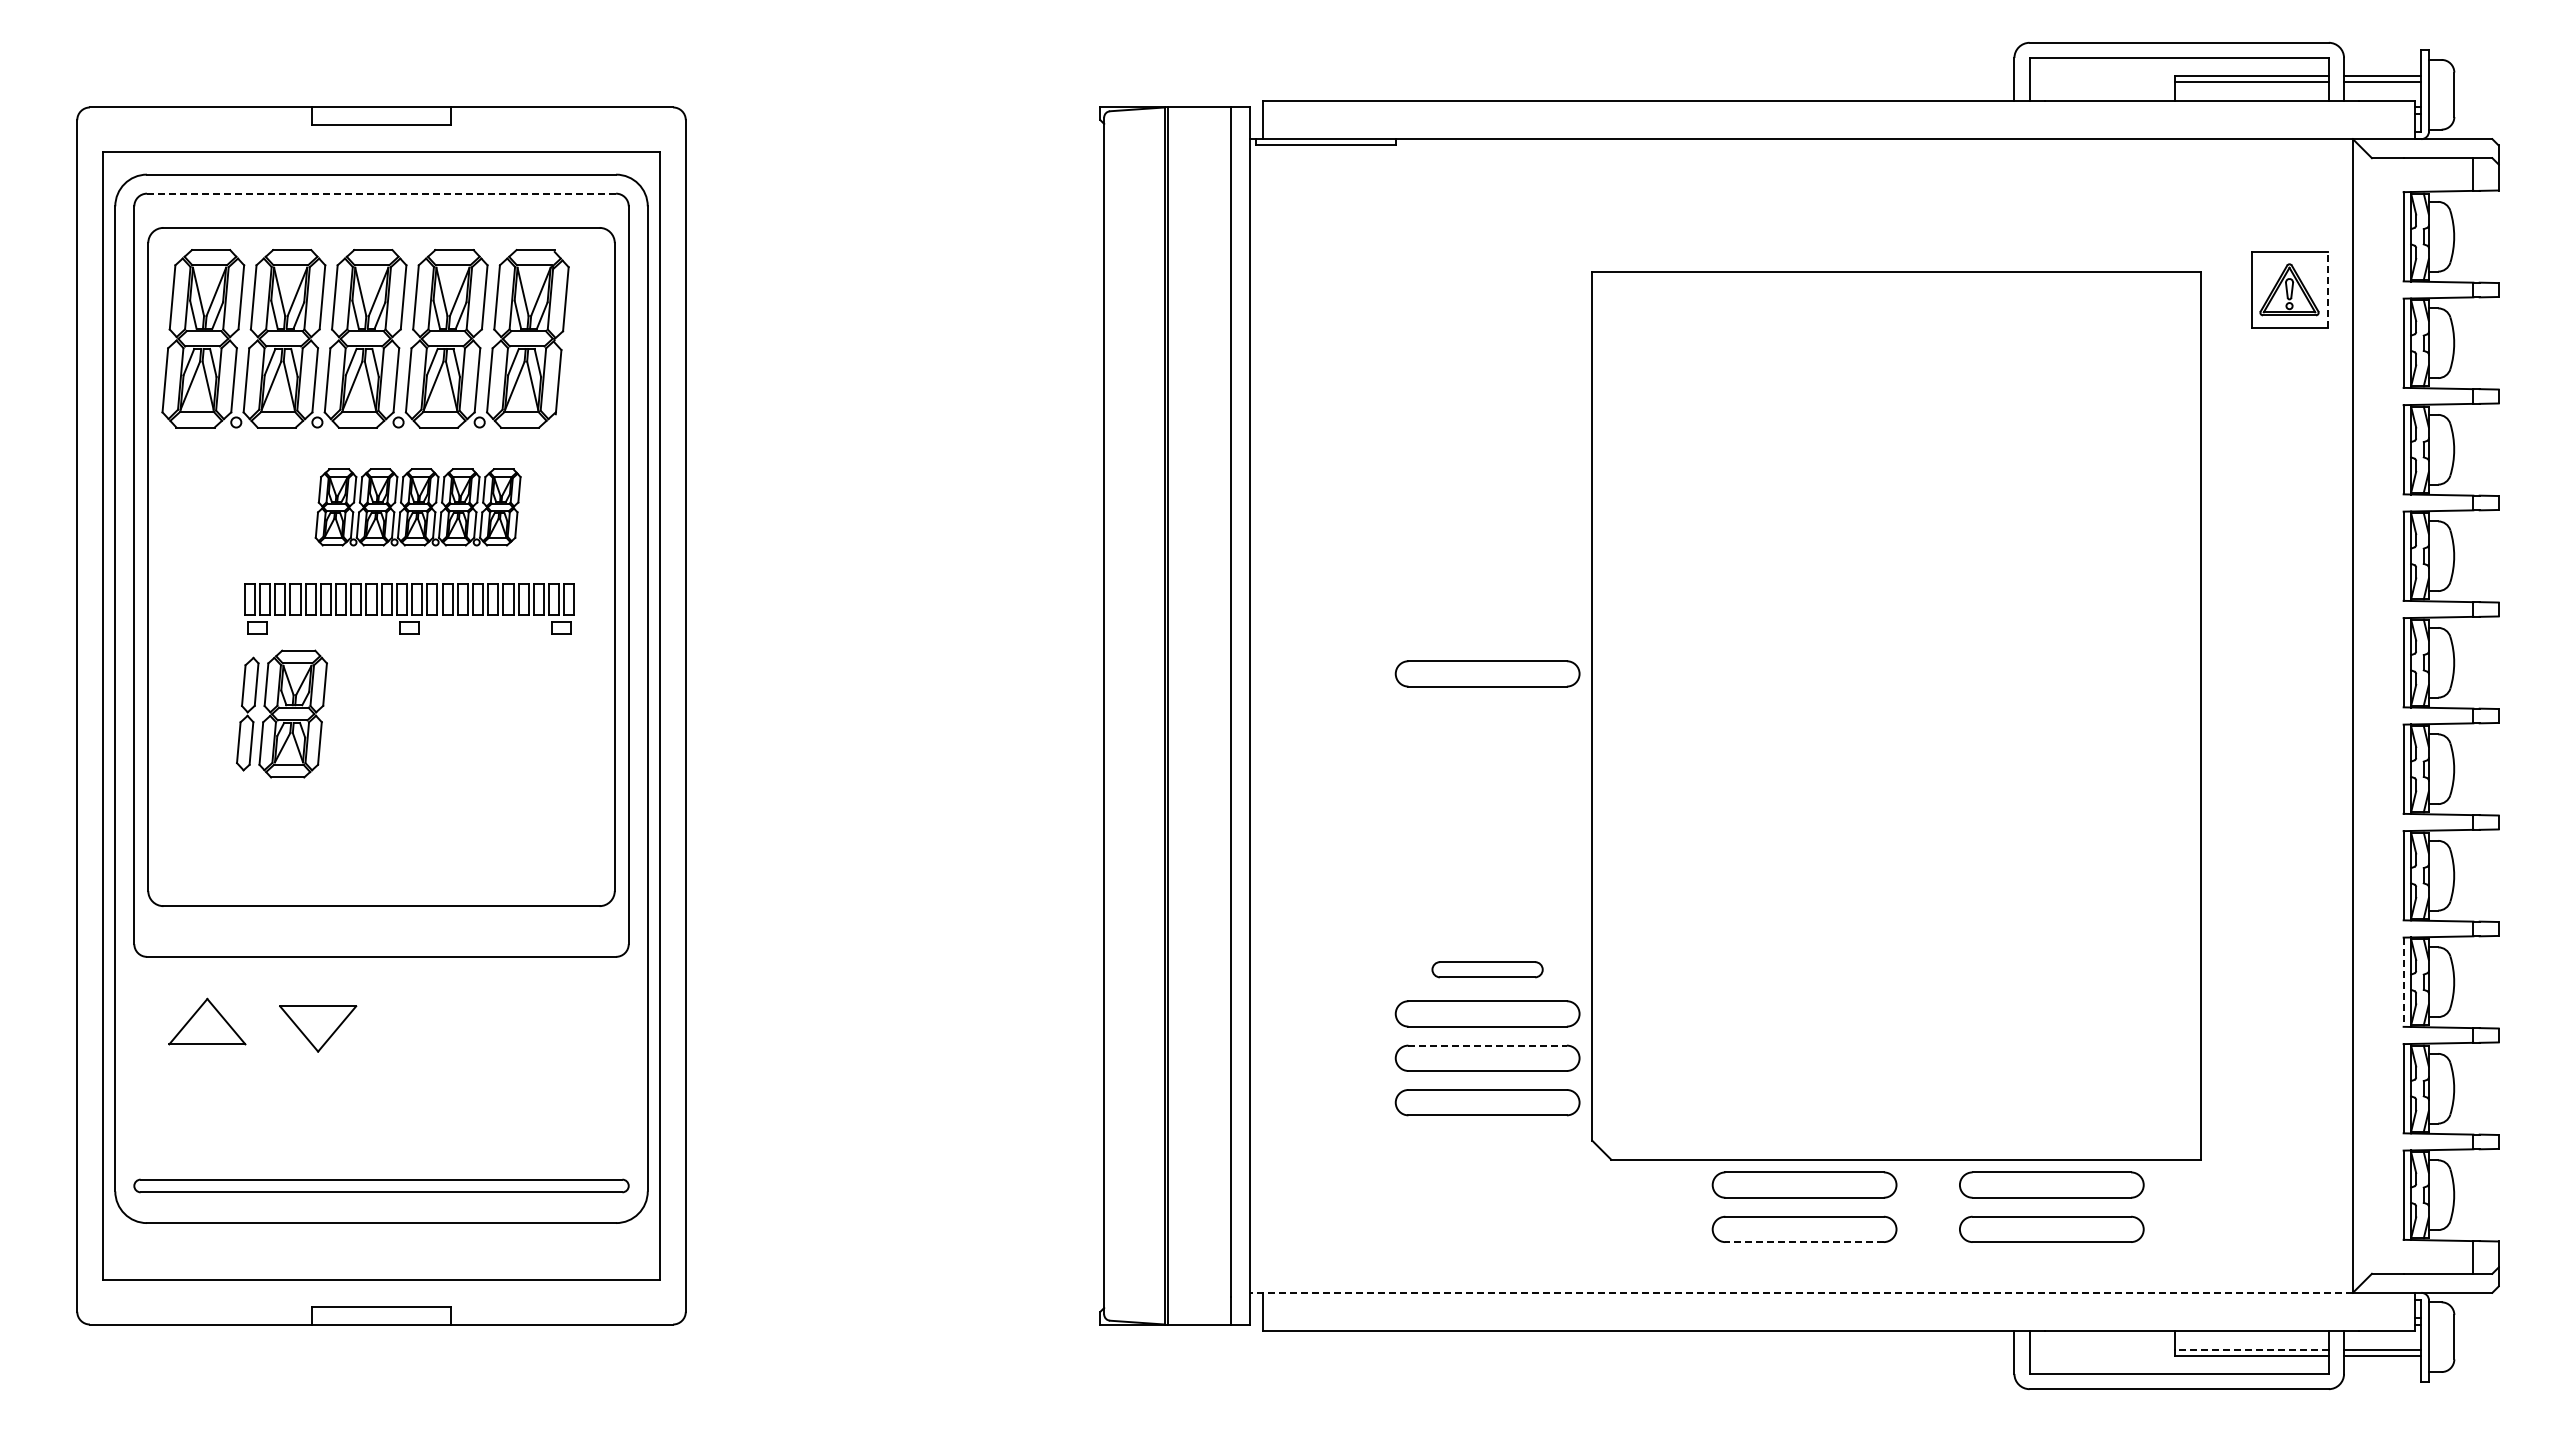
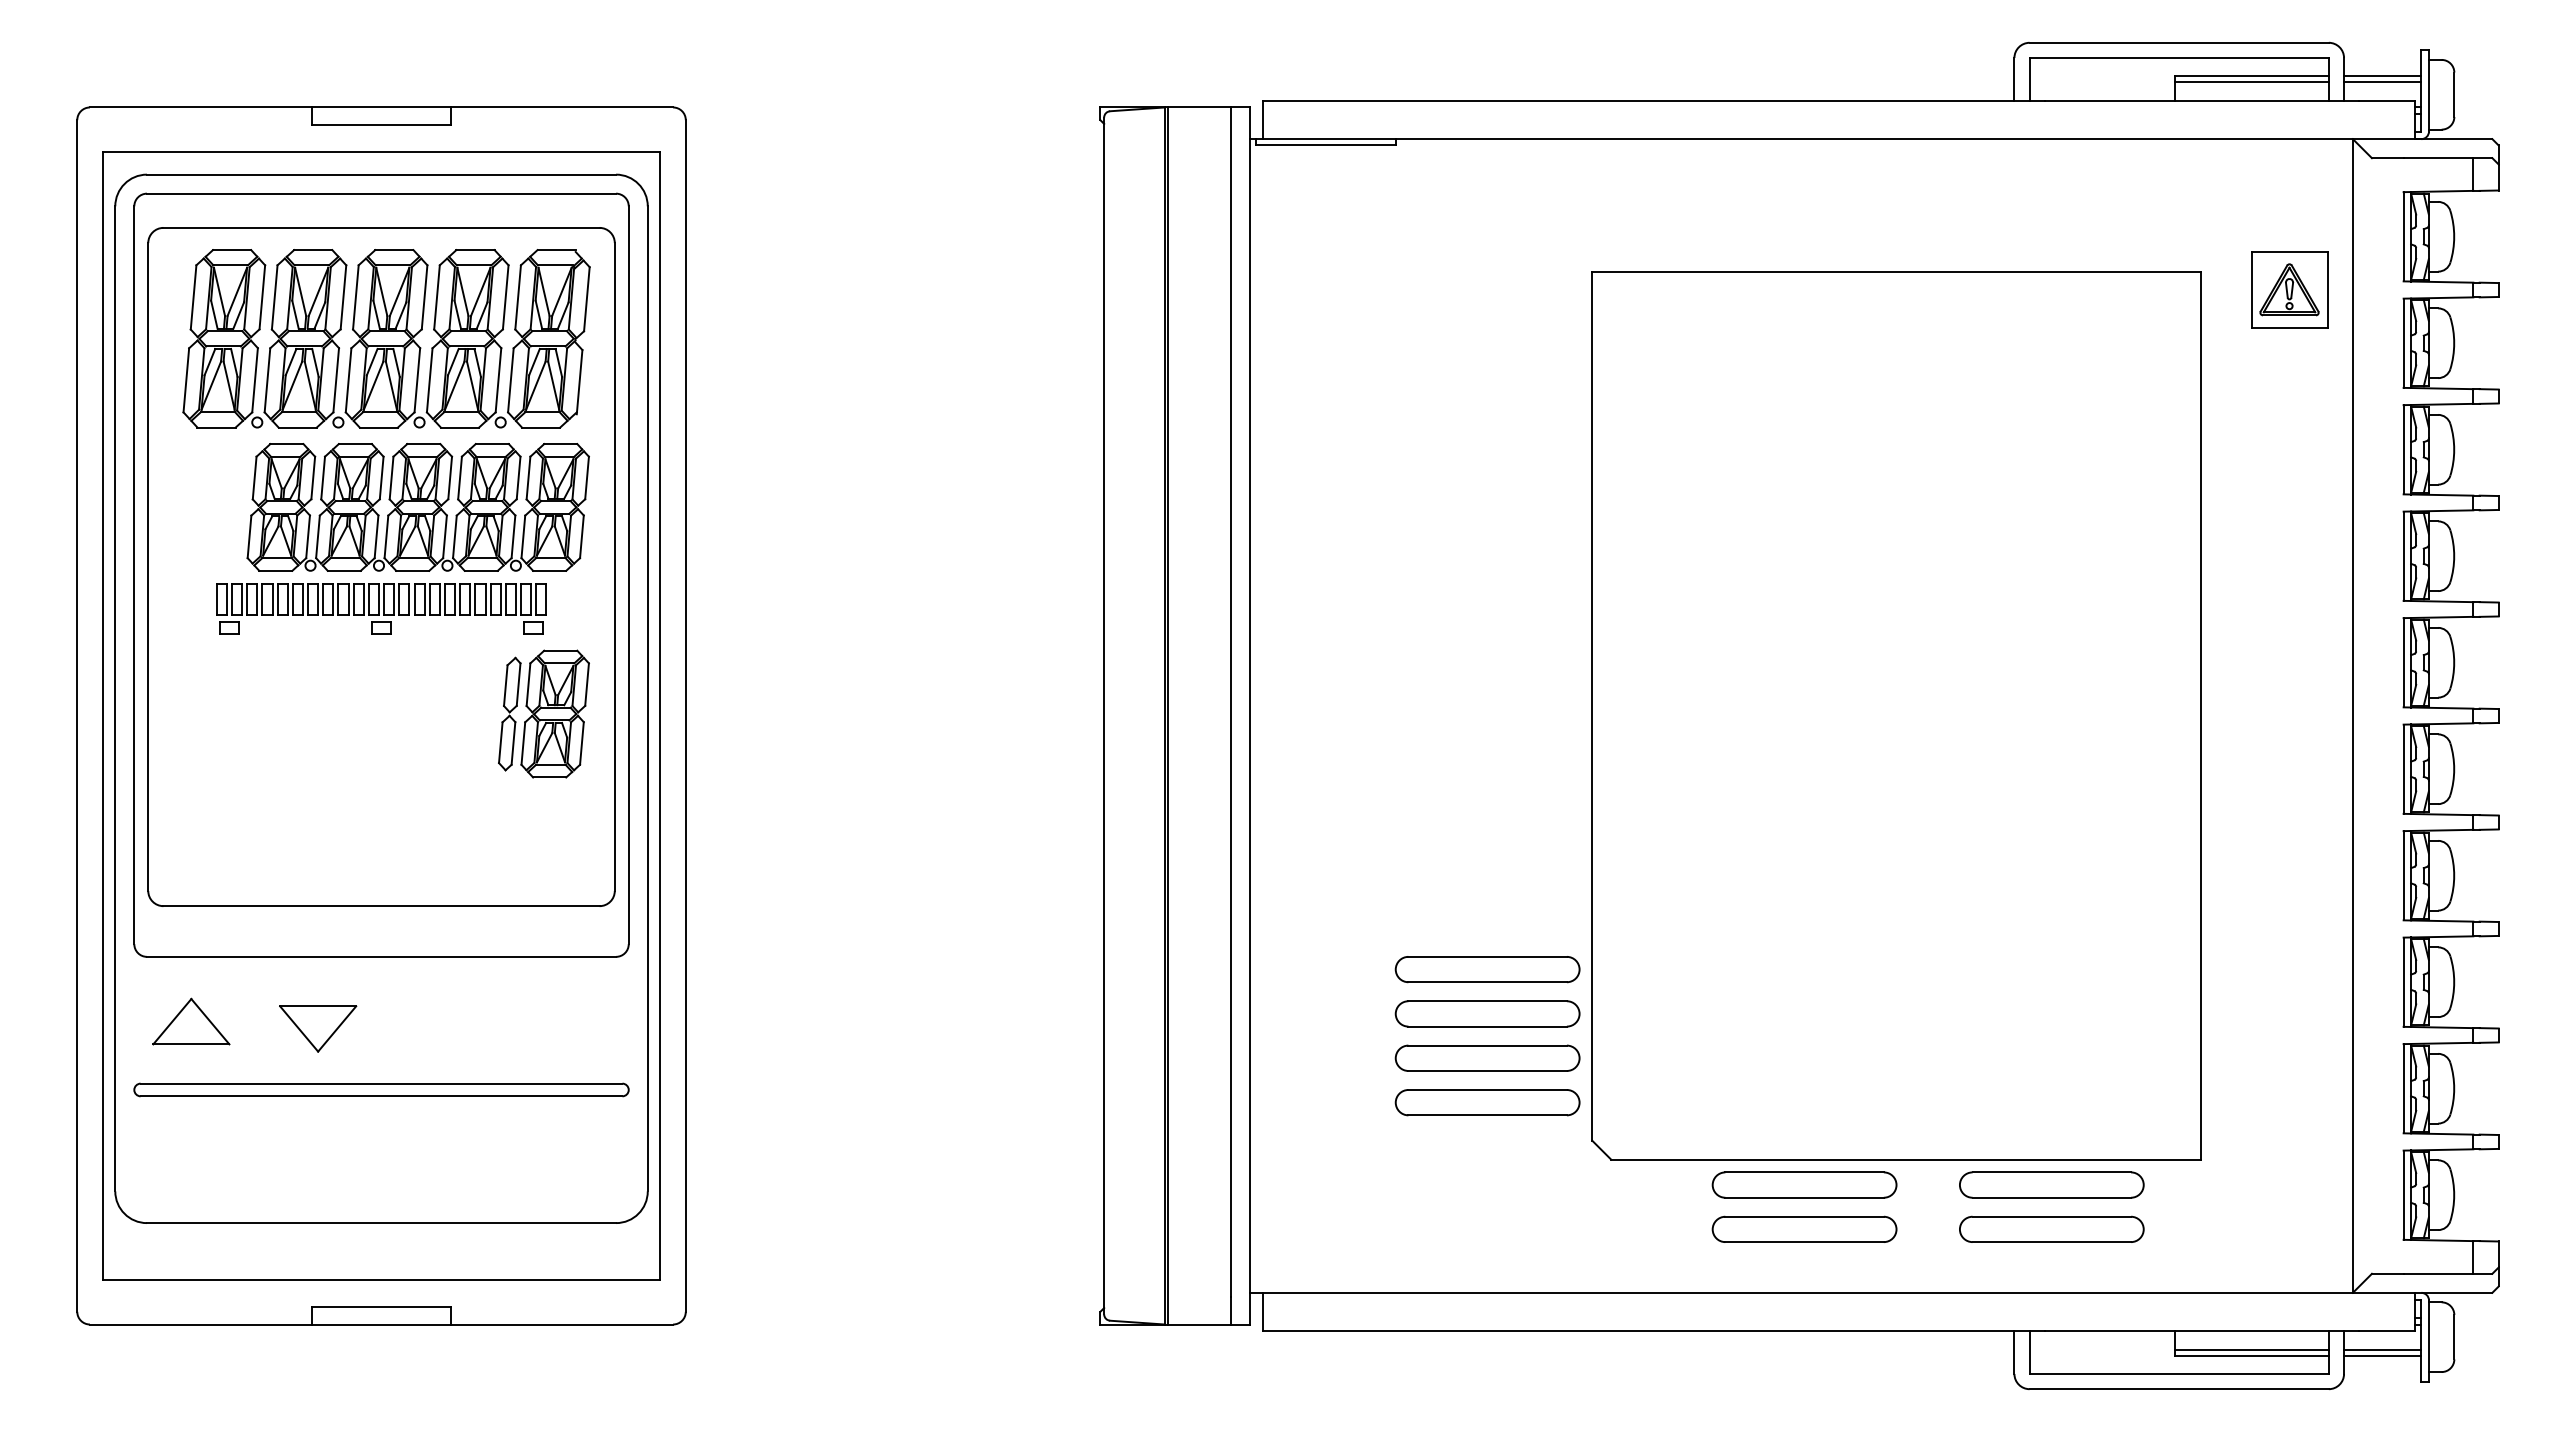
line at (381, 193): dashed -> solid
line at (2327, 289): dashed -> solid
part at (365, 338) position: (365, 338) -> (386, 338)
part at (417, 507) size: 208x79 px -> 344x129 px
part at (409, 608) position: (409, 608) -> (381, 608)
part at (1487, 673): present -> none
part at (281, 713) position: (281, 713) -> (543, 713)
part at (1487, 969) size: 113x18 px -> 187x28 px
line at (2403, 982): dashed -> solid
part at (207, 1021) position: (207, 1021) -> (191, 1021)
line at (1488, 1045): dashed -> solid
part at (381, 1185) position: (381, 1185) -> (381, 1089)
line at (1804, 1242): dashed -> solid
line at (1800, 1292): dashed -> solid
line at (2252, 1349): dashed -> solid
